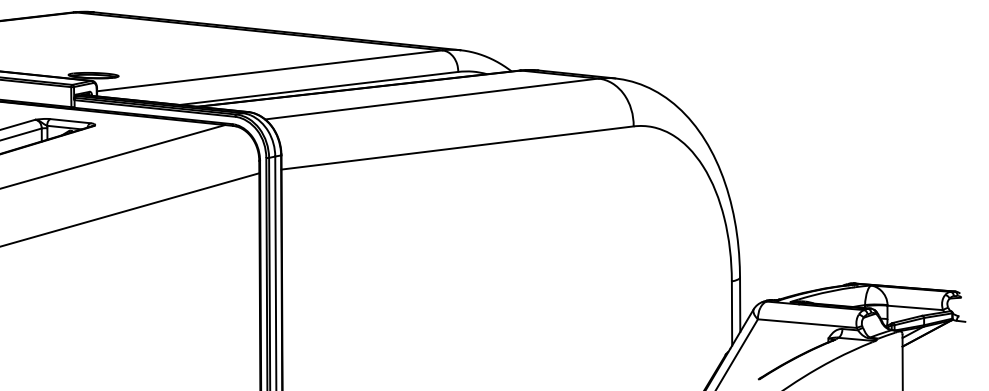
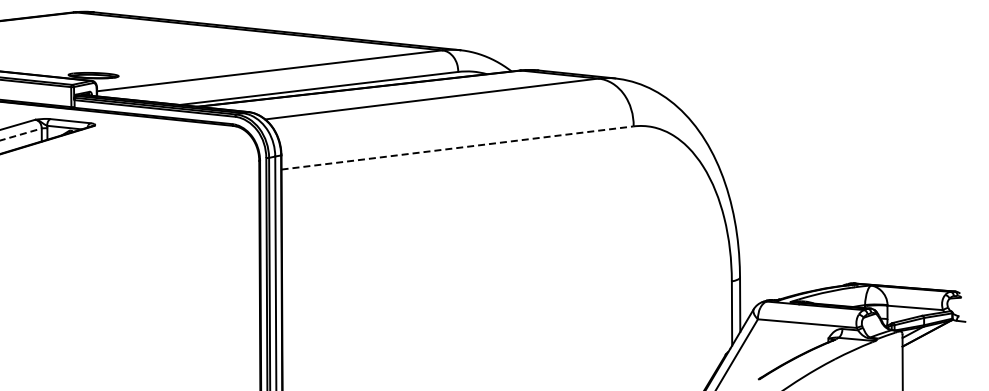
line at (21, 134): solid -> dashed
line at (458, 147): solid -> dashed
line at (113, 156): present -> none
line at (130, 209): present -> none
